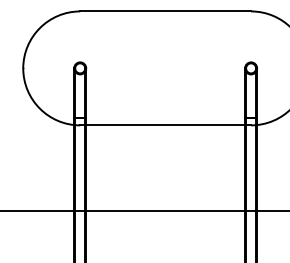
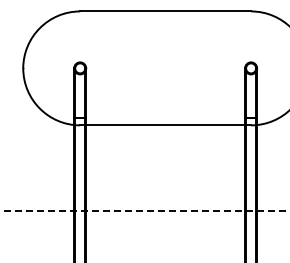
line at (145, 210): solid -> dashed
